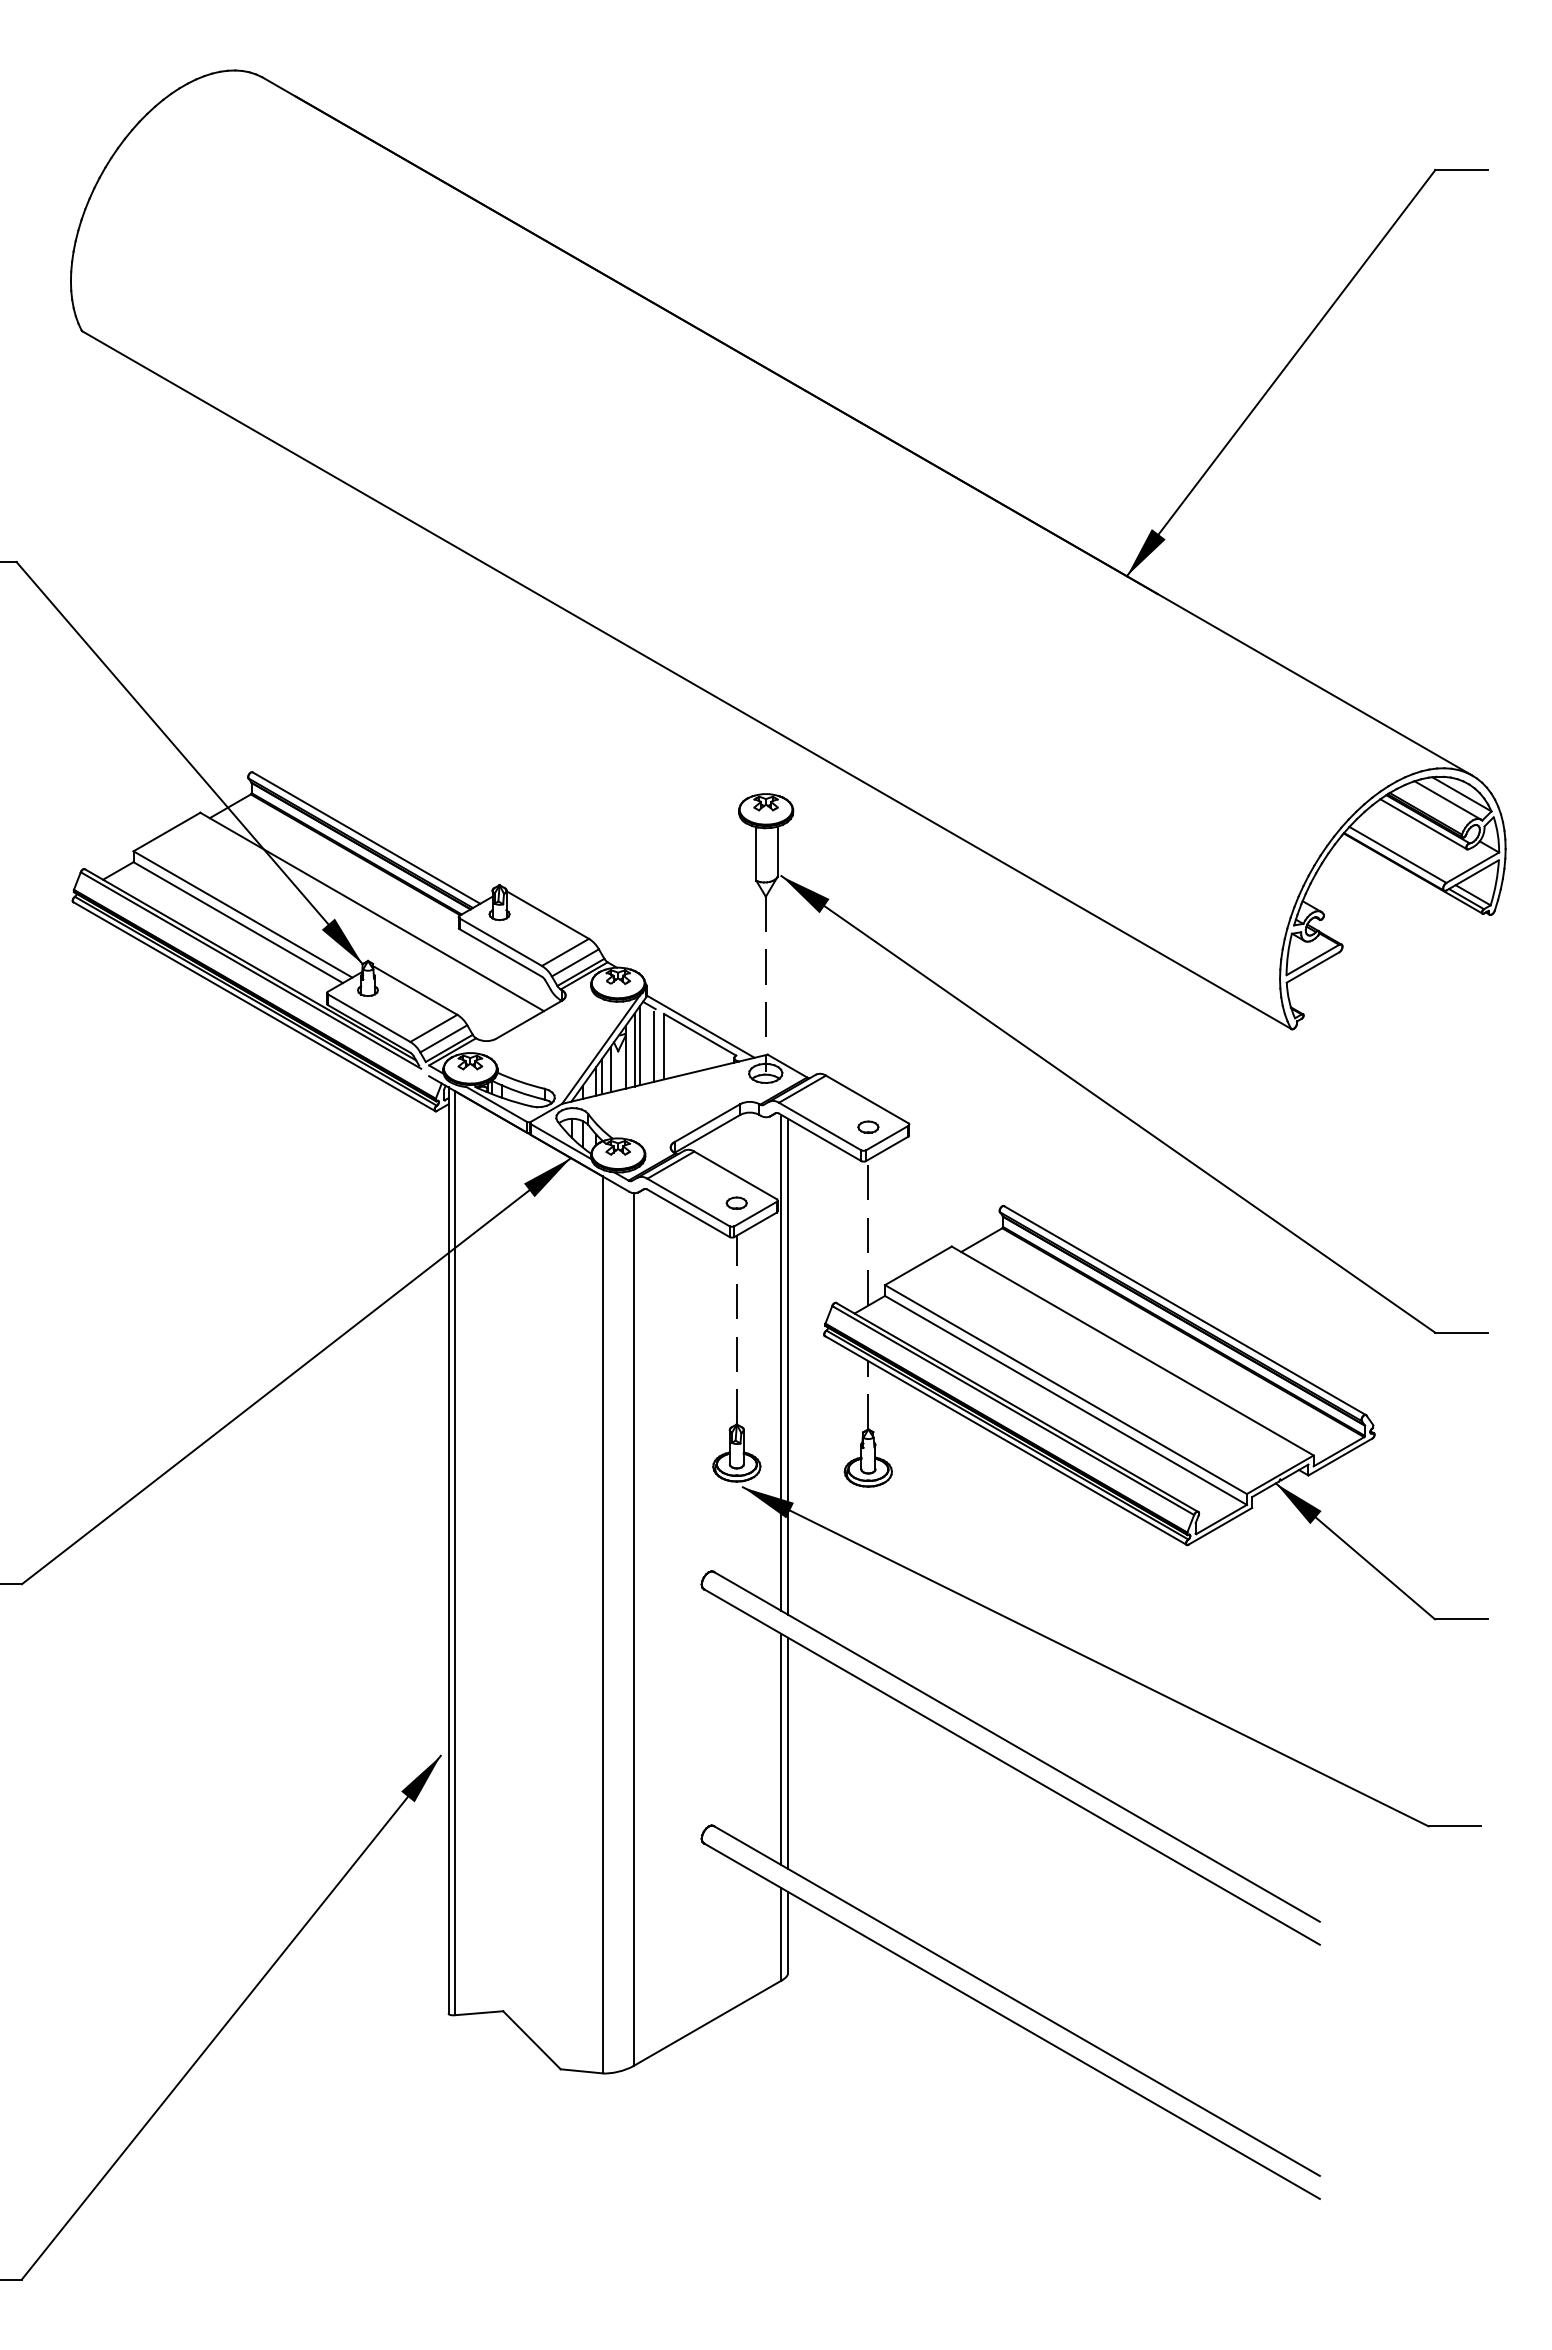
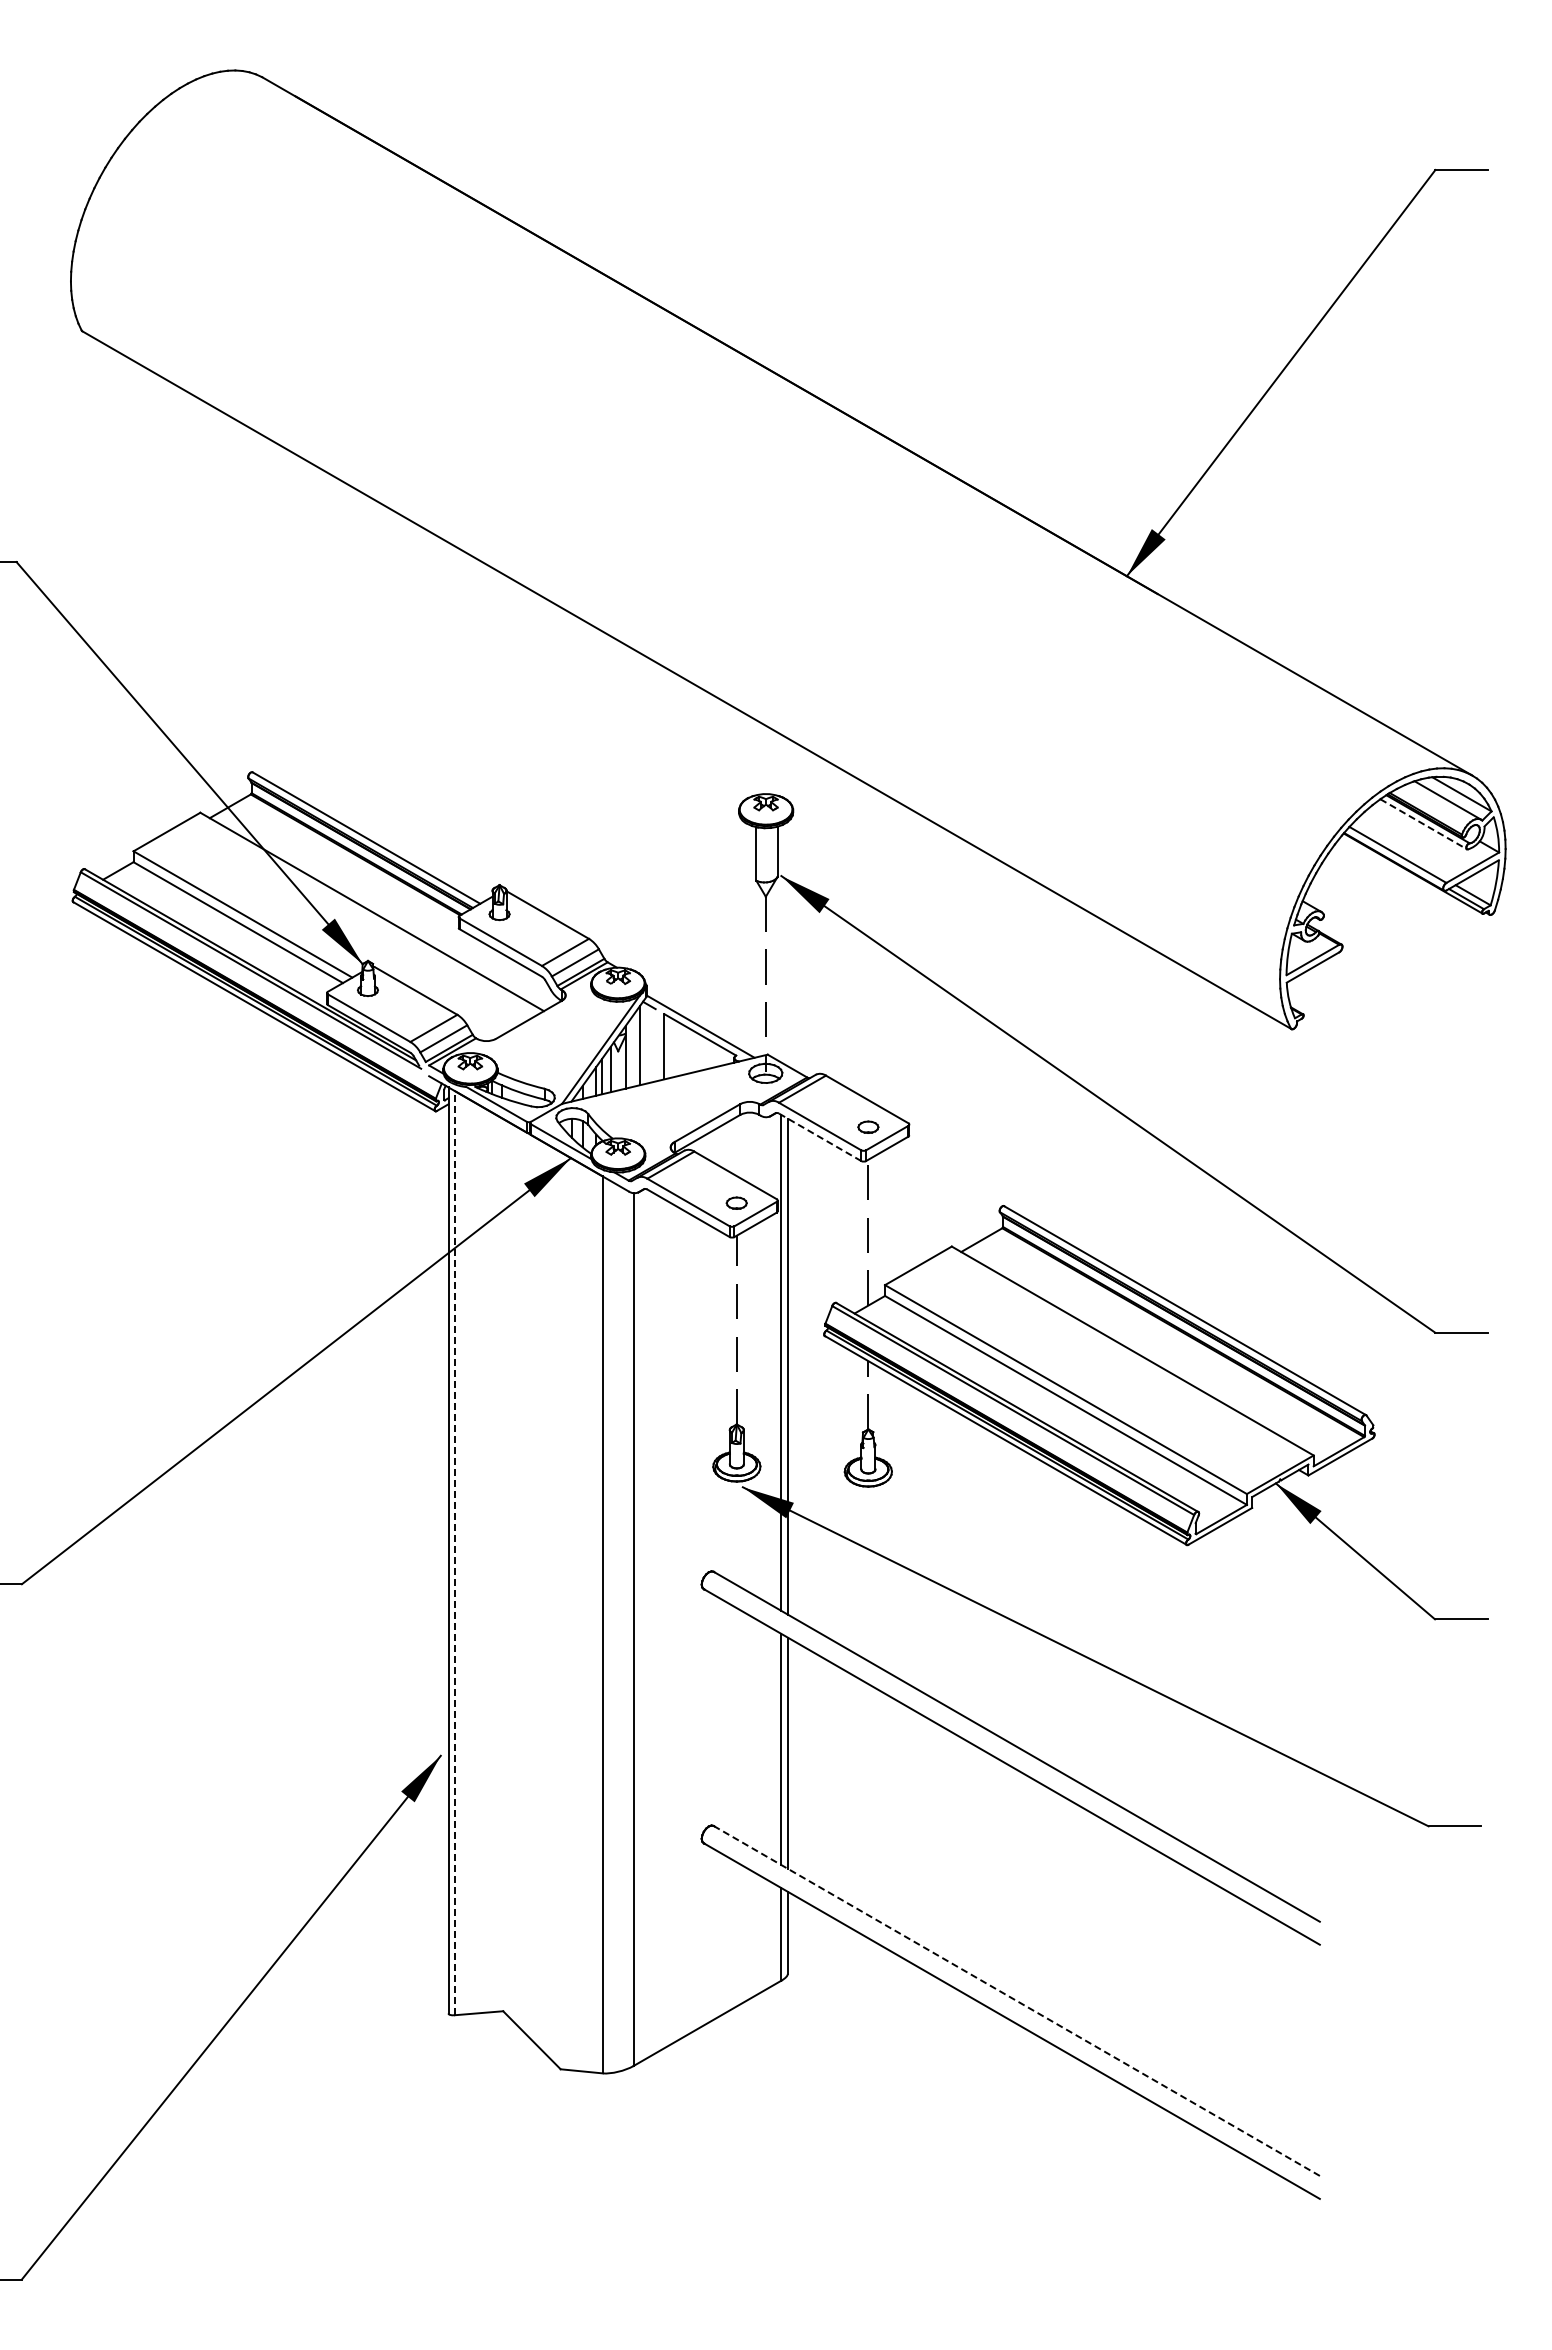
line at (1424, 824): solid -> dashed
line at (653, 1046): present -> none
line at (634, 1049): present -> none
line at (820, 1137): solid -> dashed
line at (454, 1552): solid -> dashed
line at (1016, 2001): solid -> dashed
